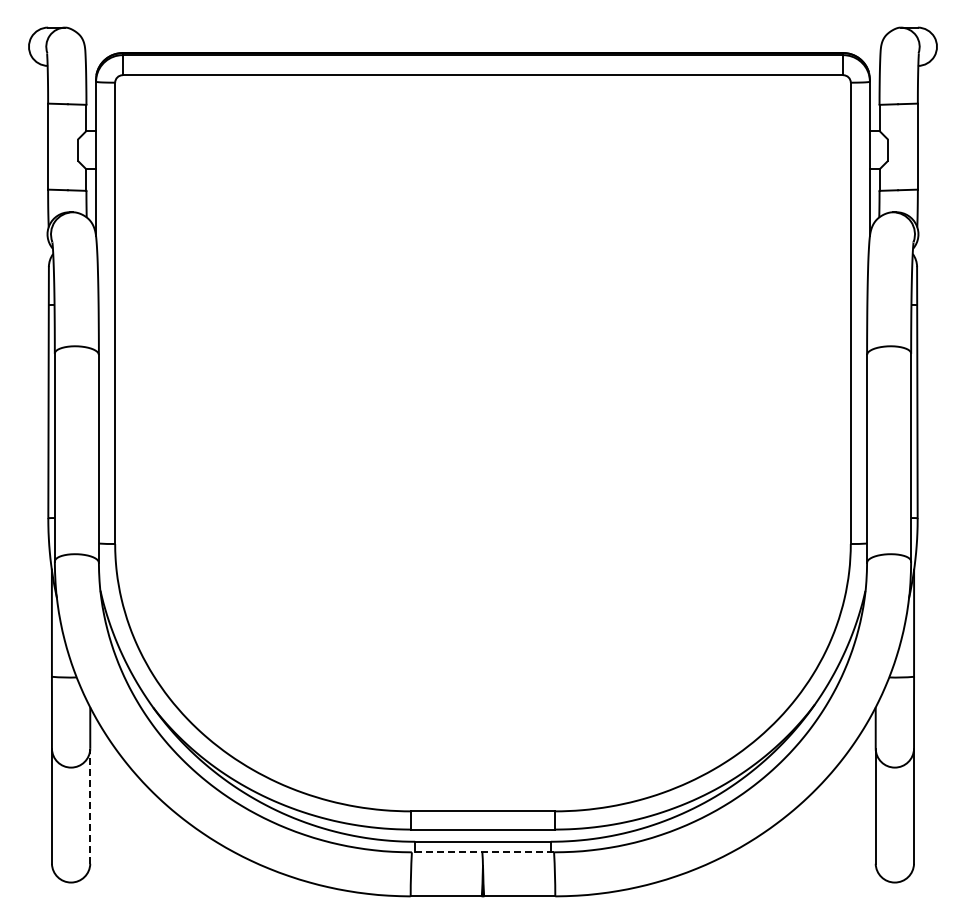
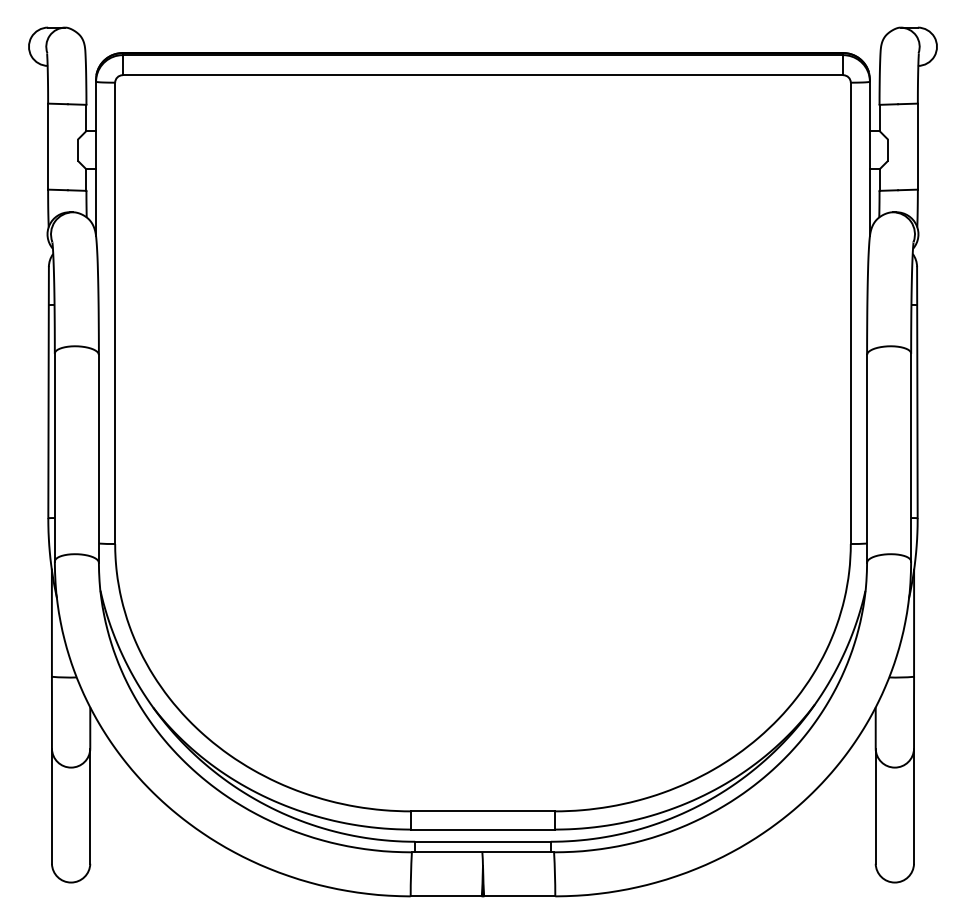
line at (90, 805): dashed -> solid
line at (482, 852): dashed -> solid
